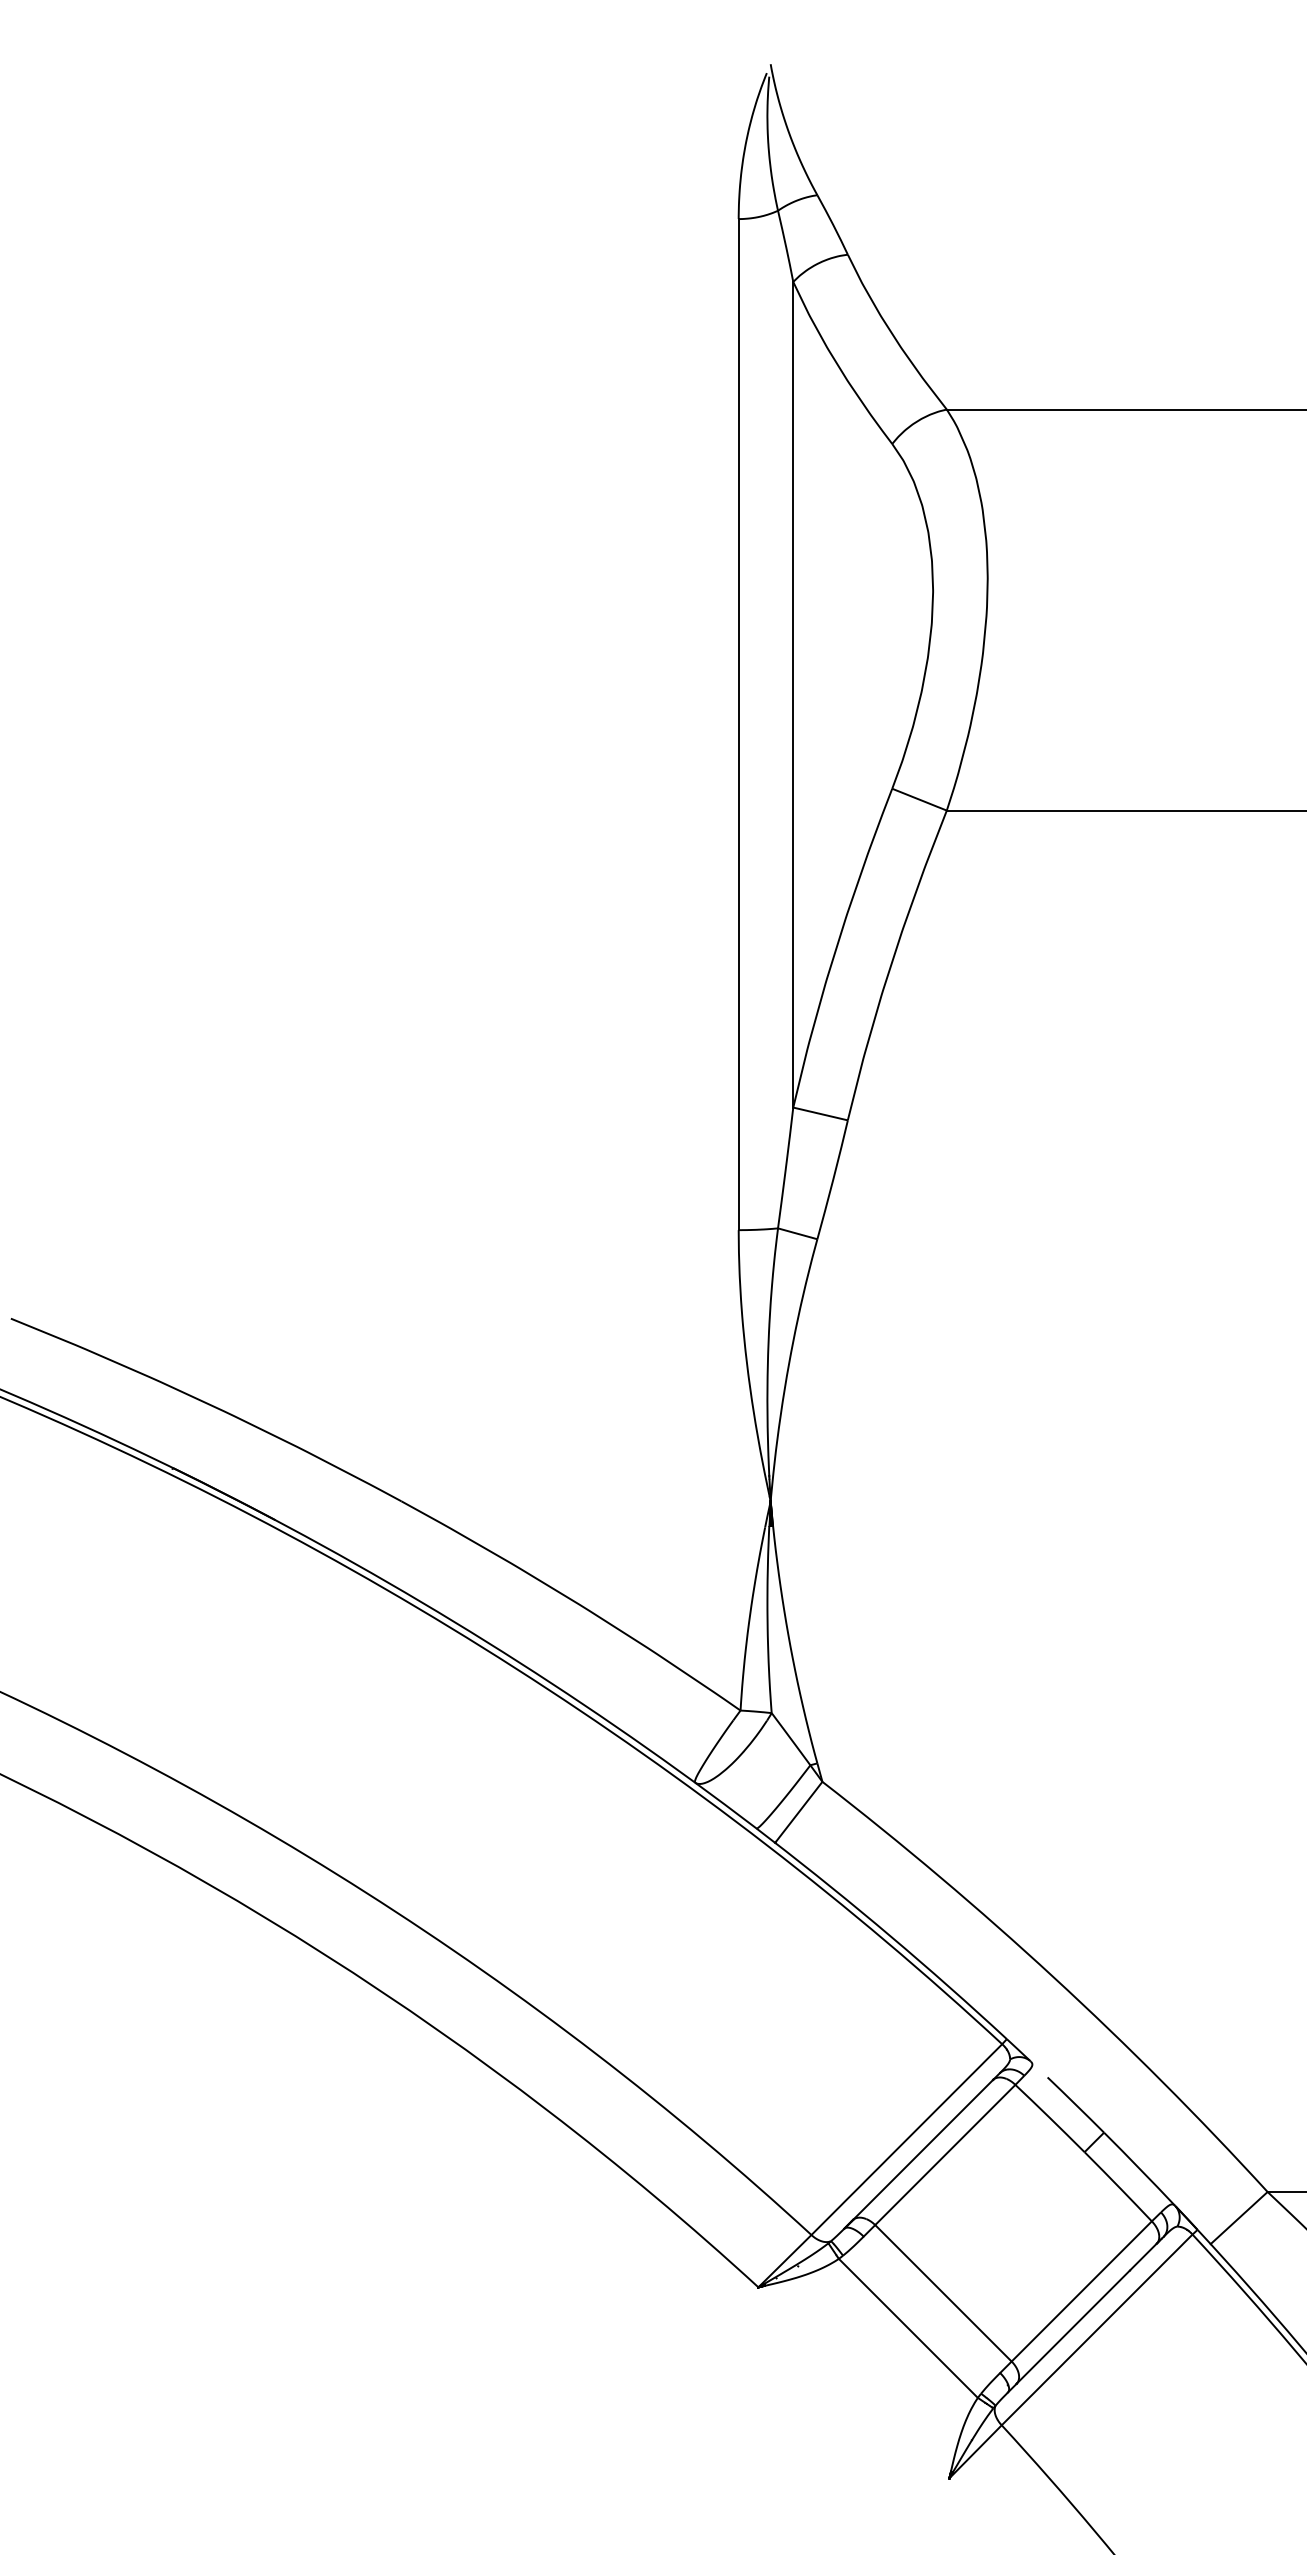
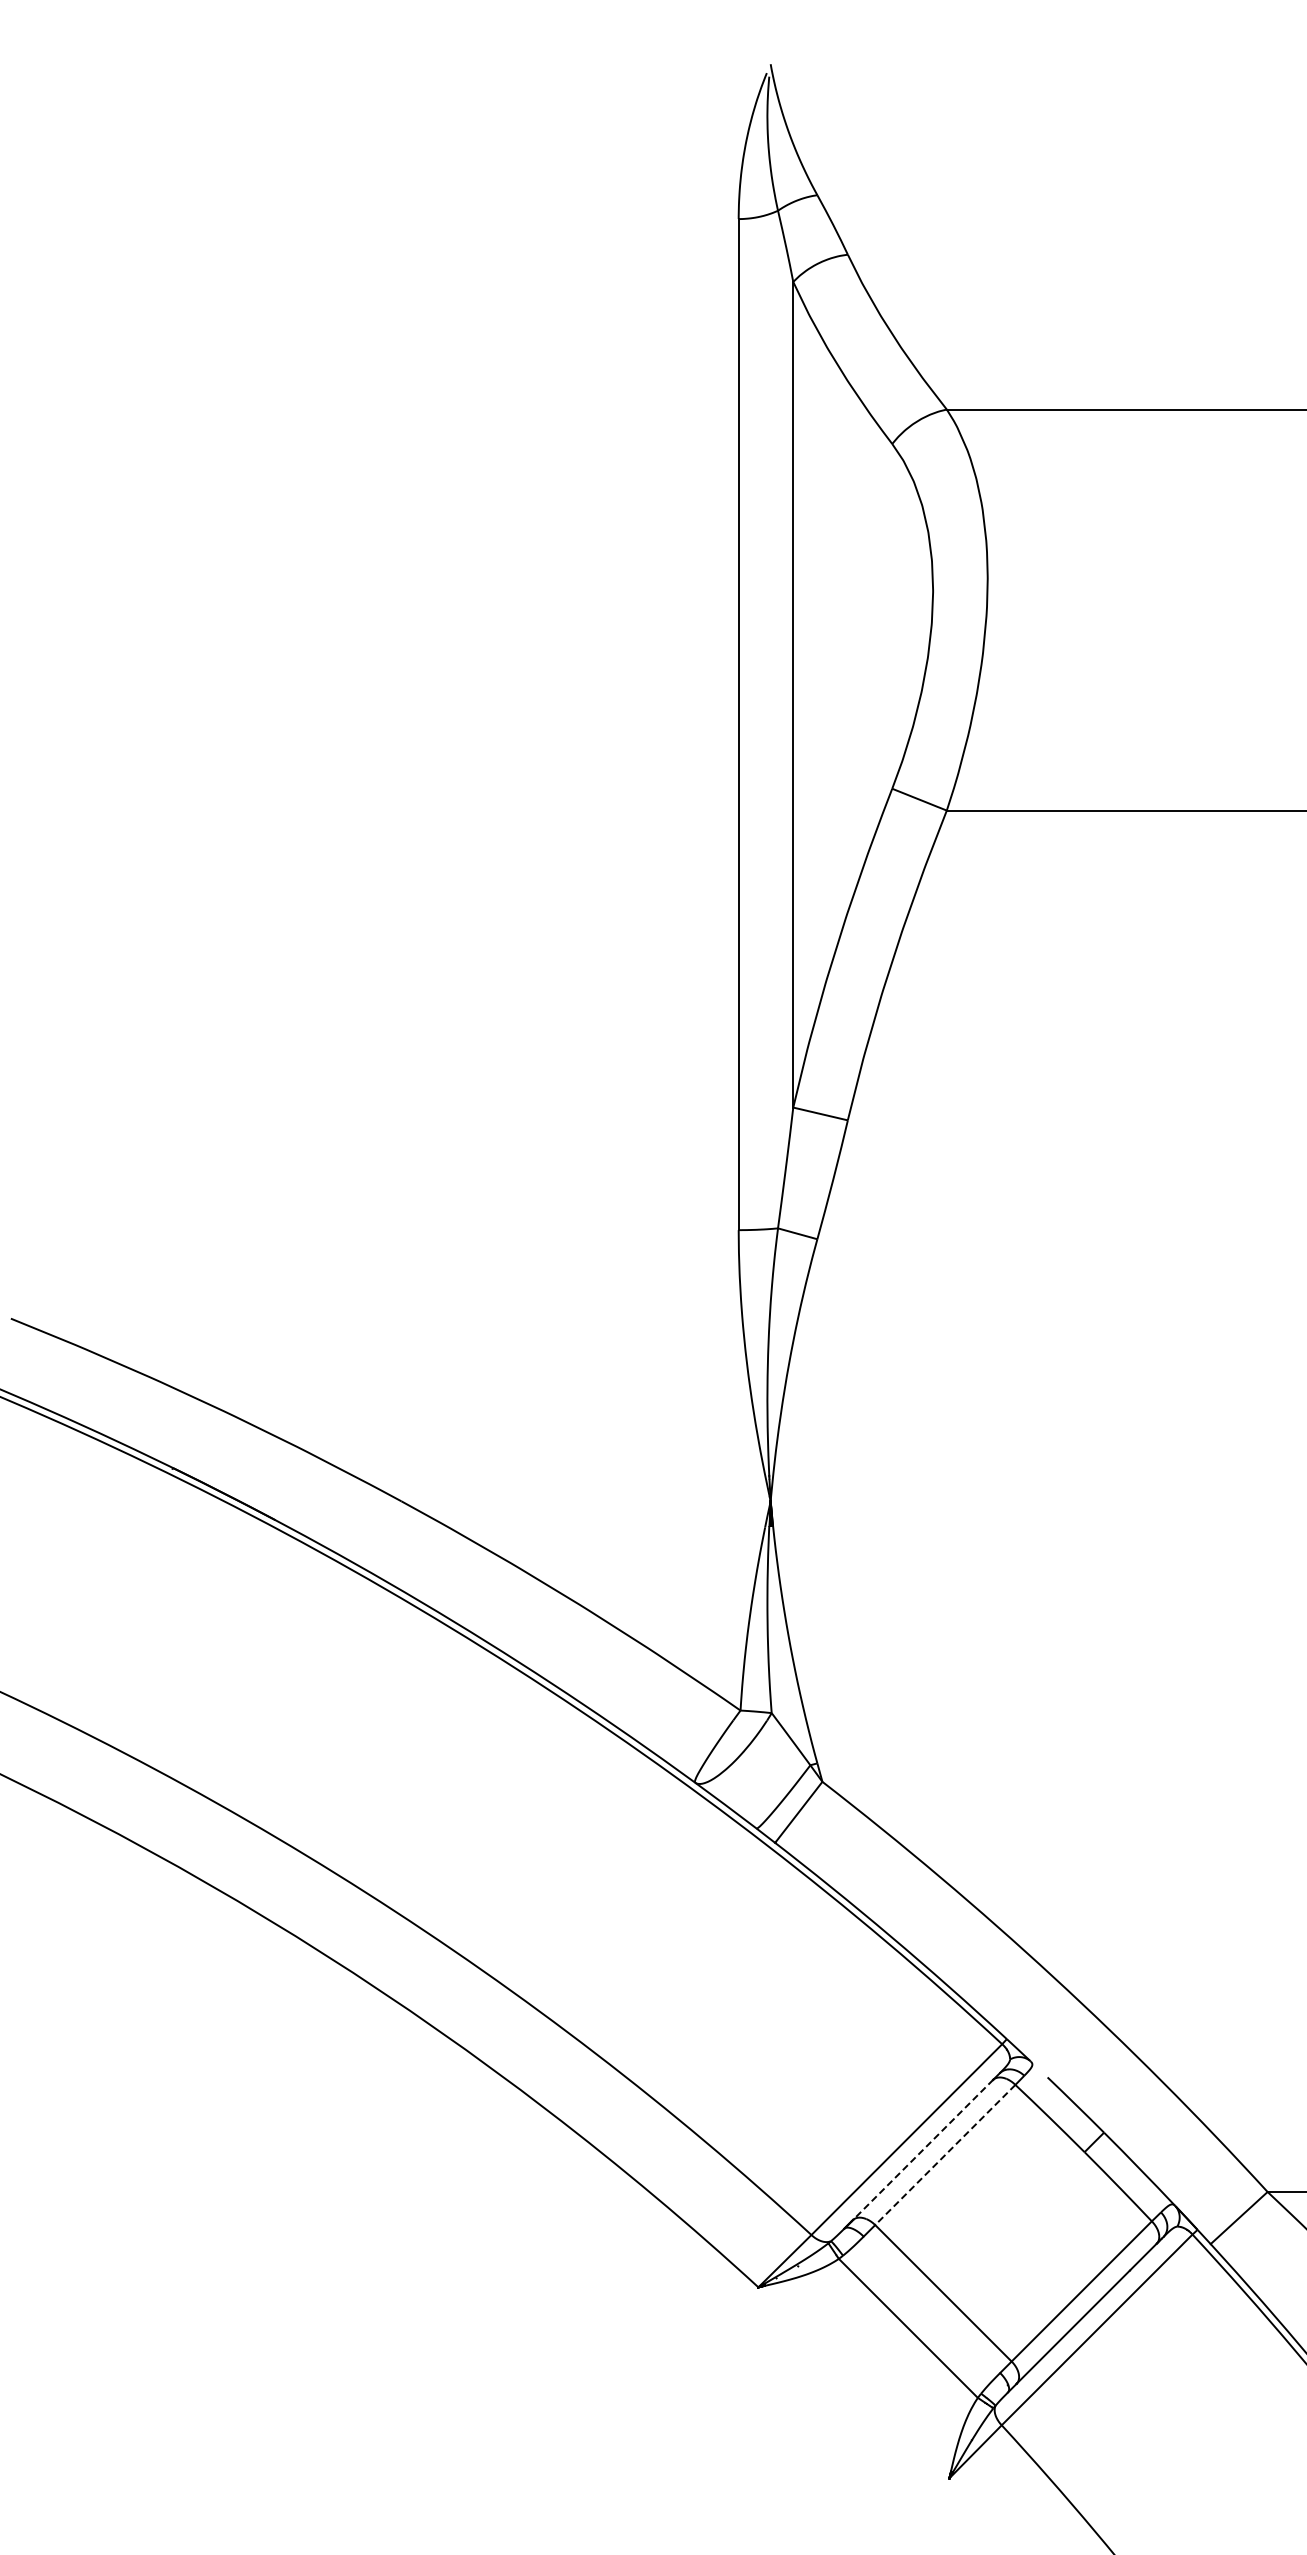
line at (922, 2150): solid -> dashed
line at (944, 2155): solid -> dashed
